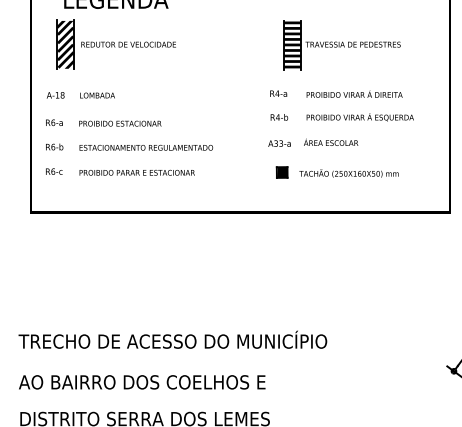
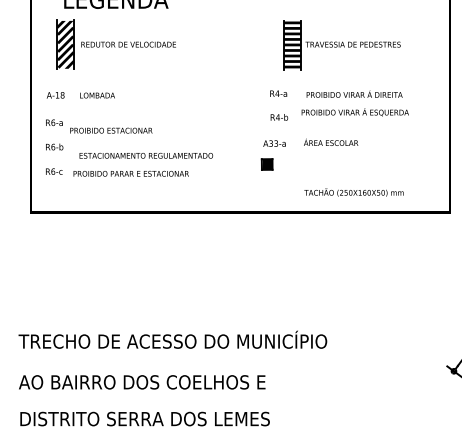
text at (359, 117) position: (359, 117) -> (354, 112)
text at (120, 123) position: (120, 123) -> (111, 130)
text at (279, 143) position: (279, 143) -> (274, 143)
text at (146, 147) position: (146, 147) -> (146, 155)
text at (136, 172) position: (136, 172) -> (130, 173)
part at (281, 172) position: (281, 172) -> (266, 164)
text at (348, 173) position: (348, 173) -> (353, 192)
